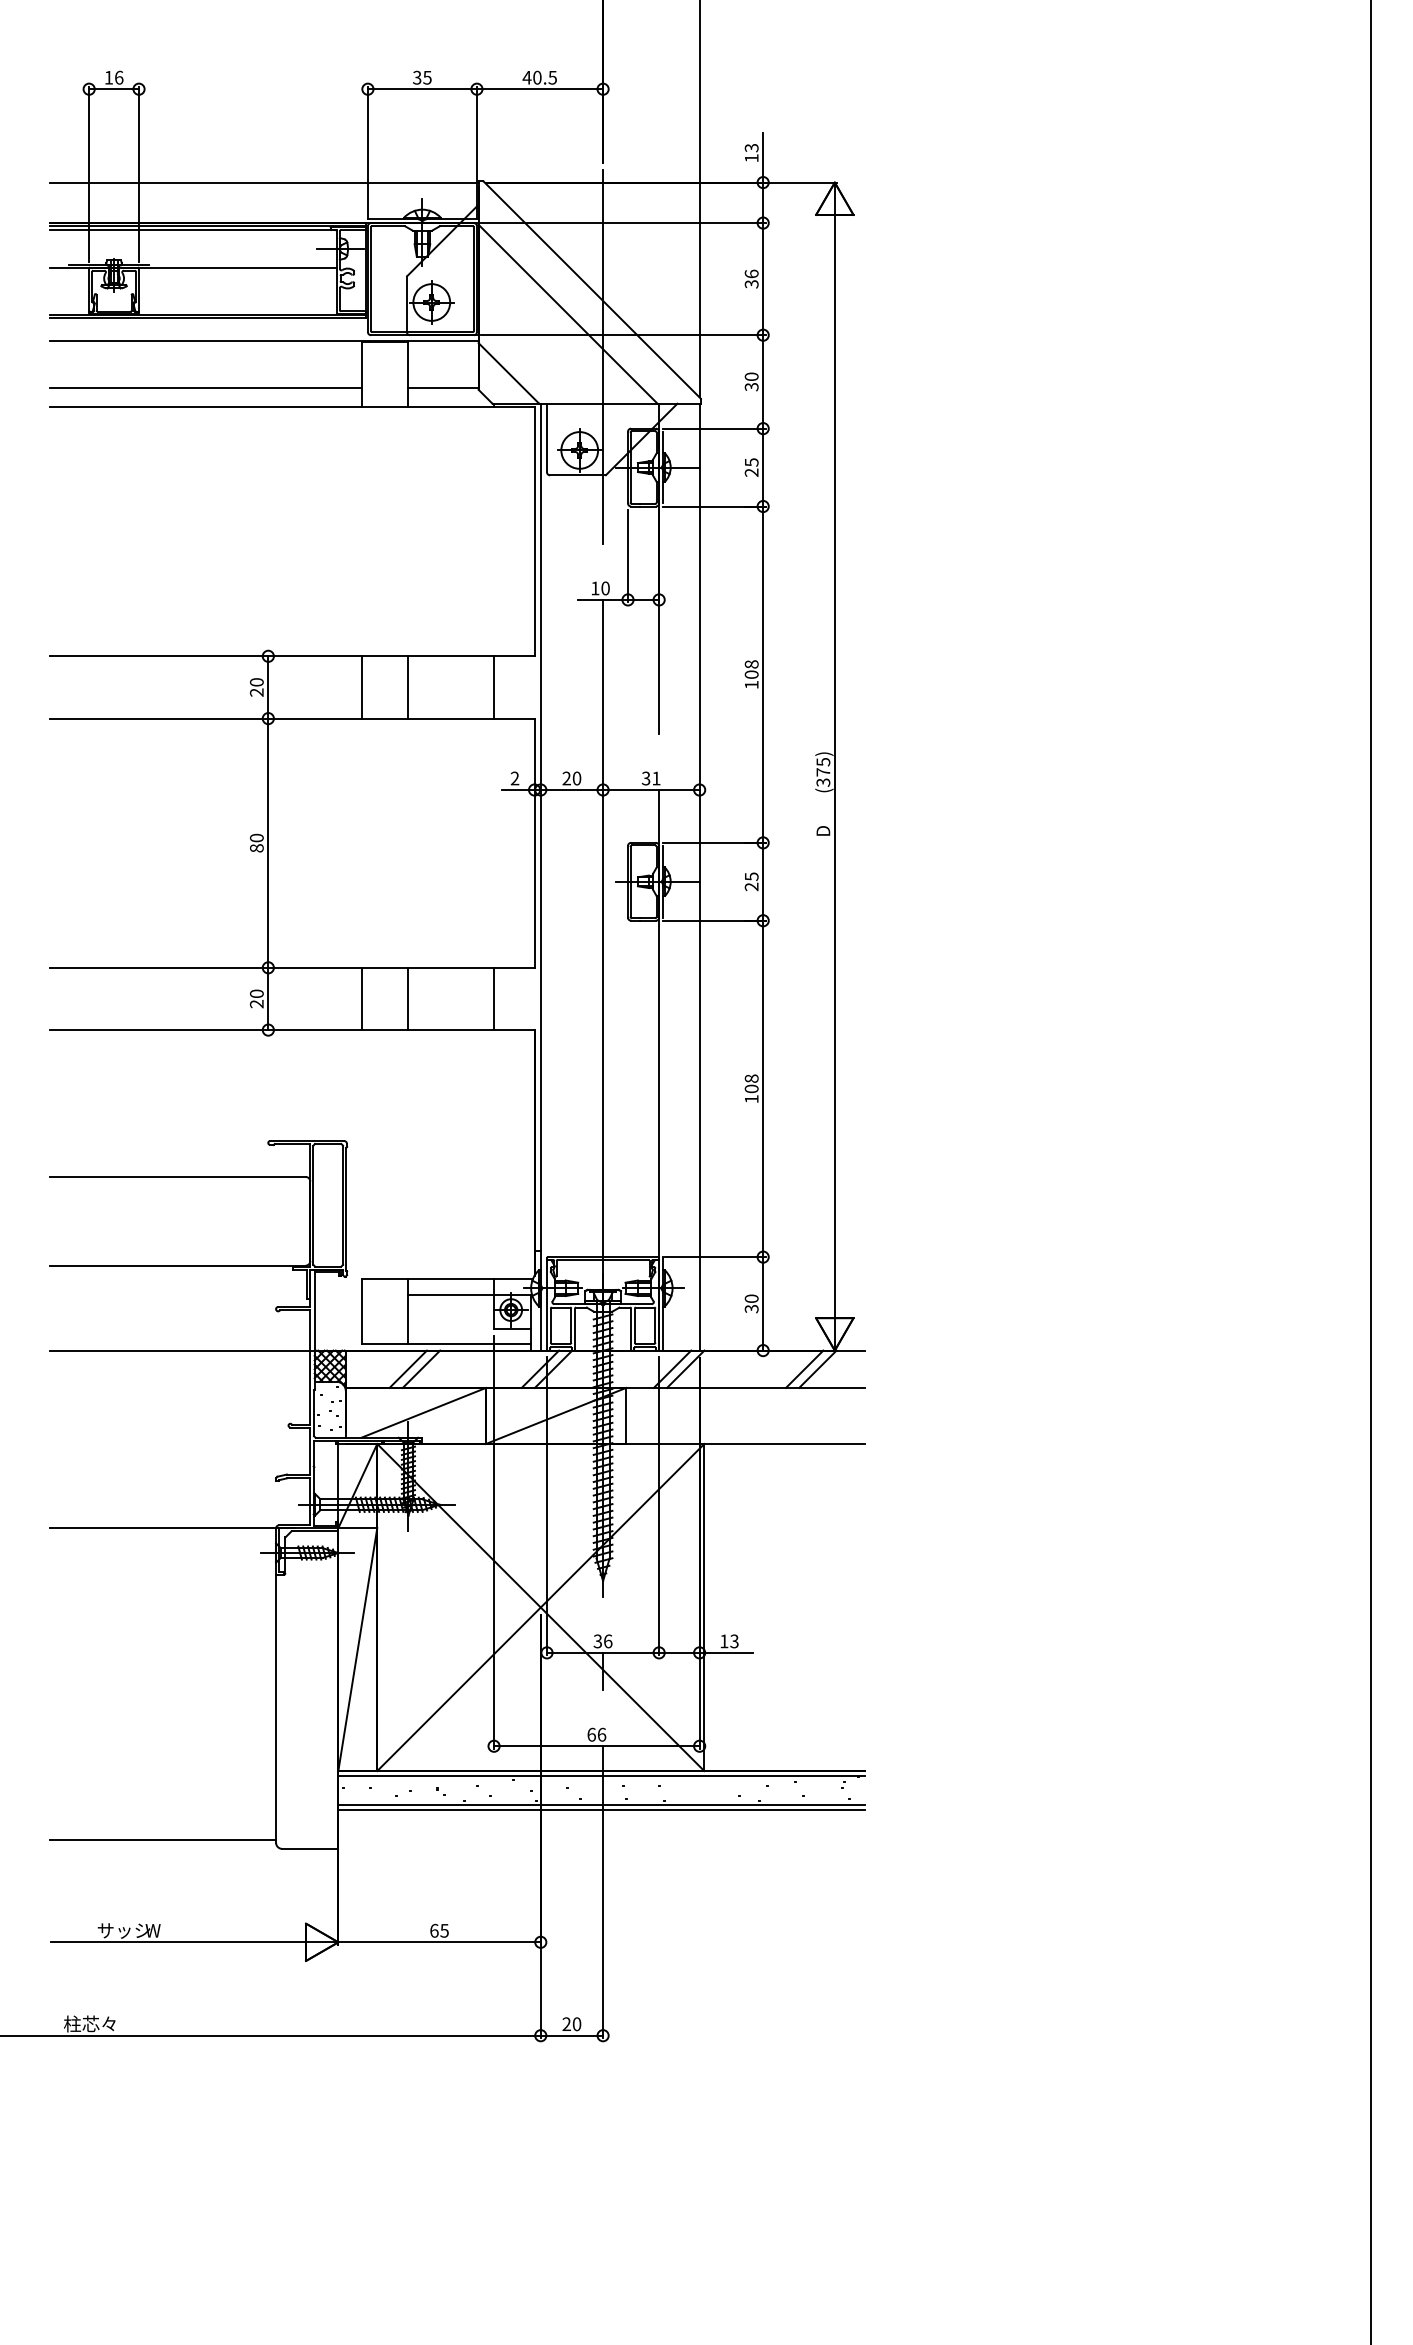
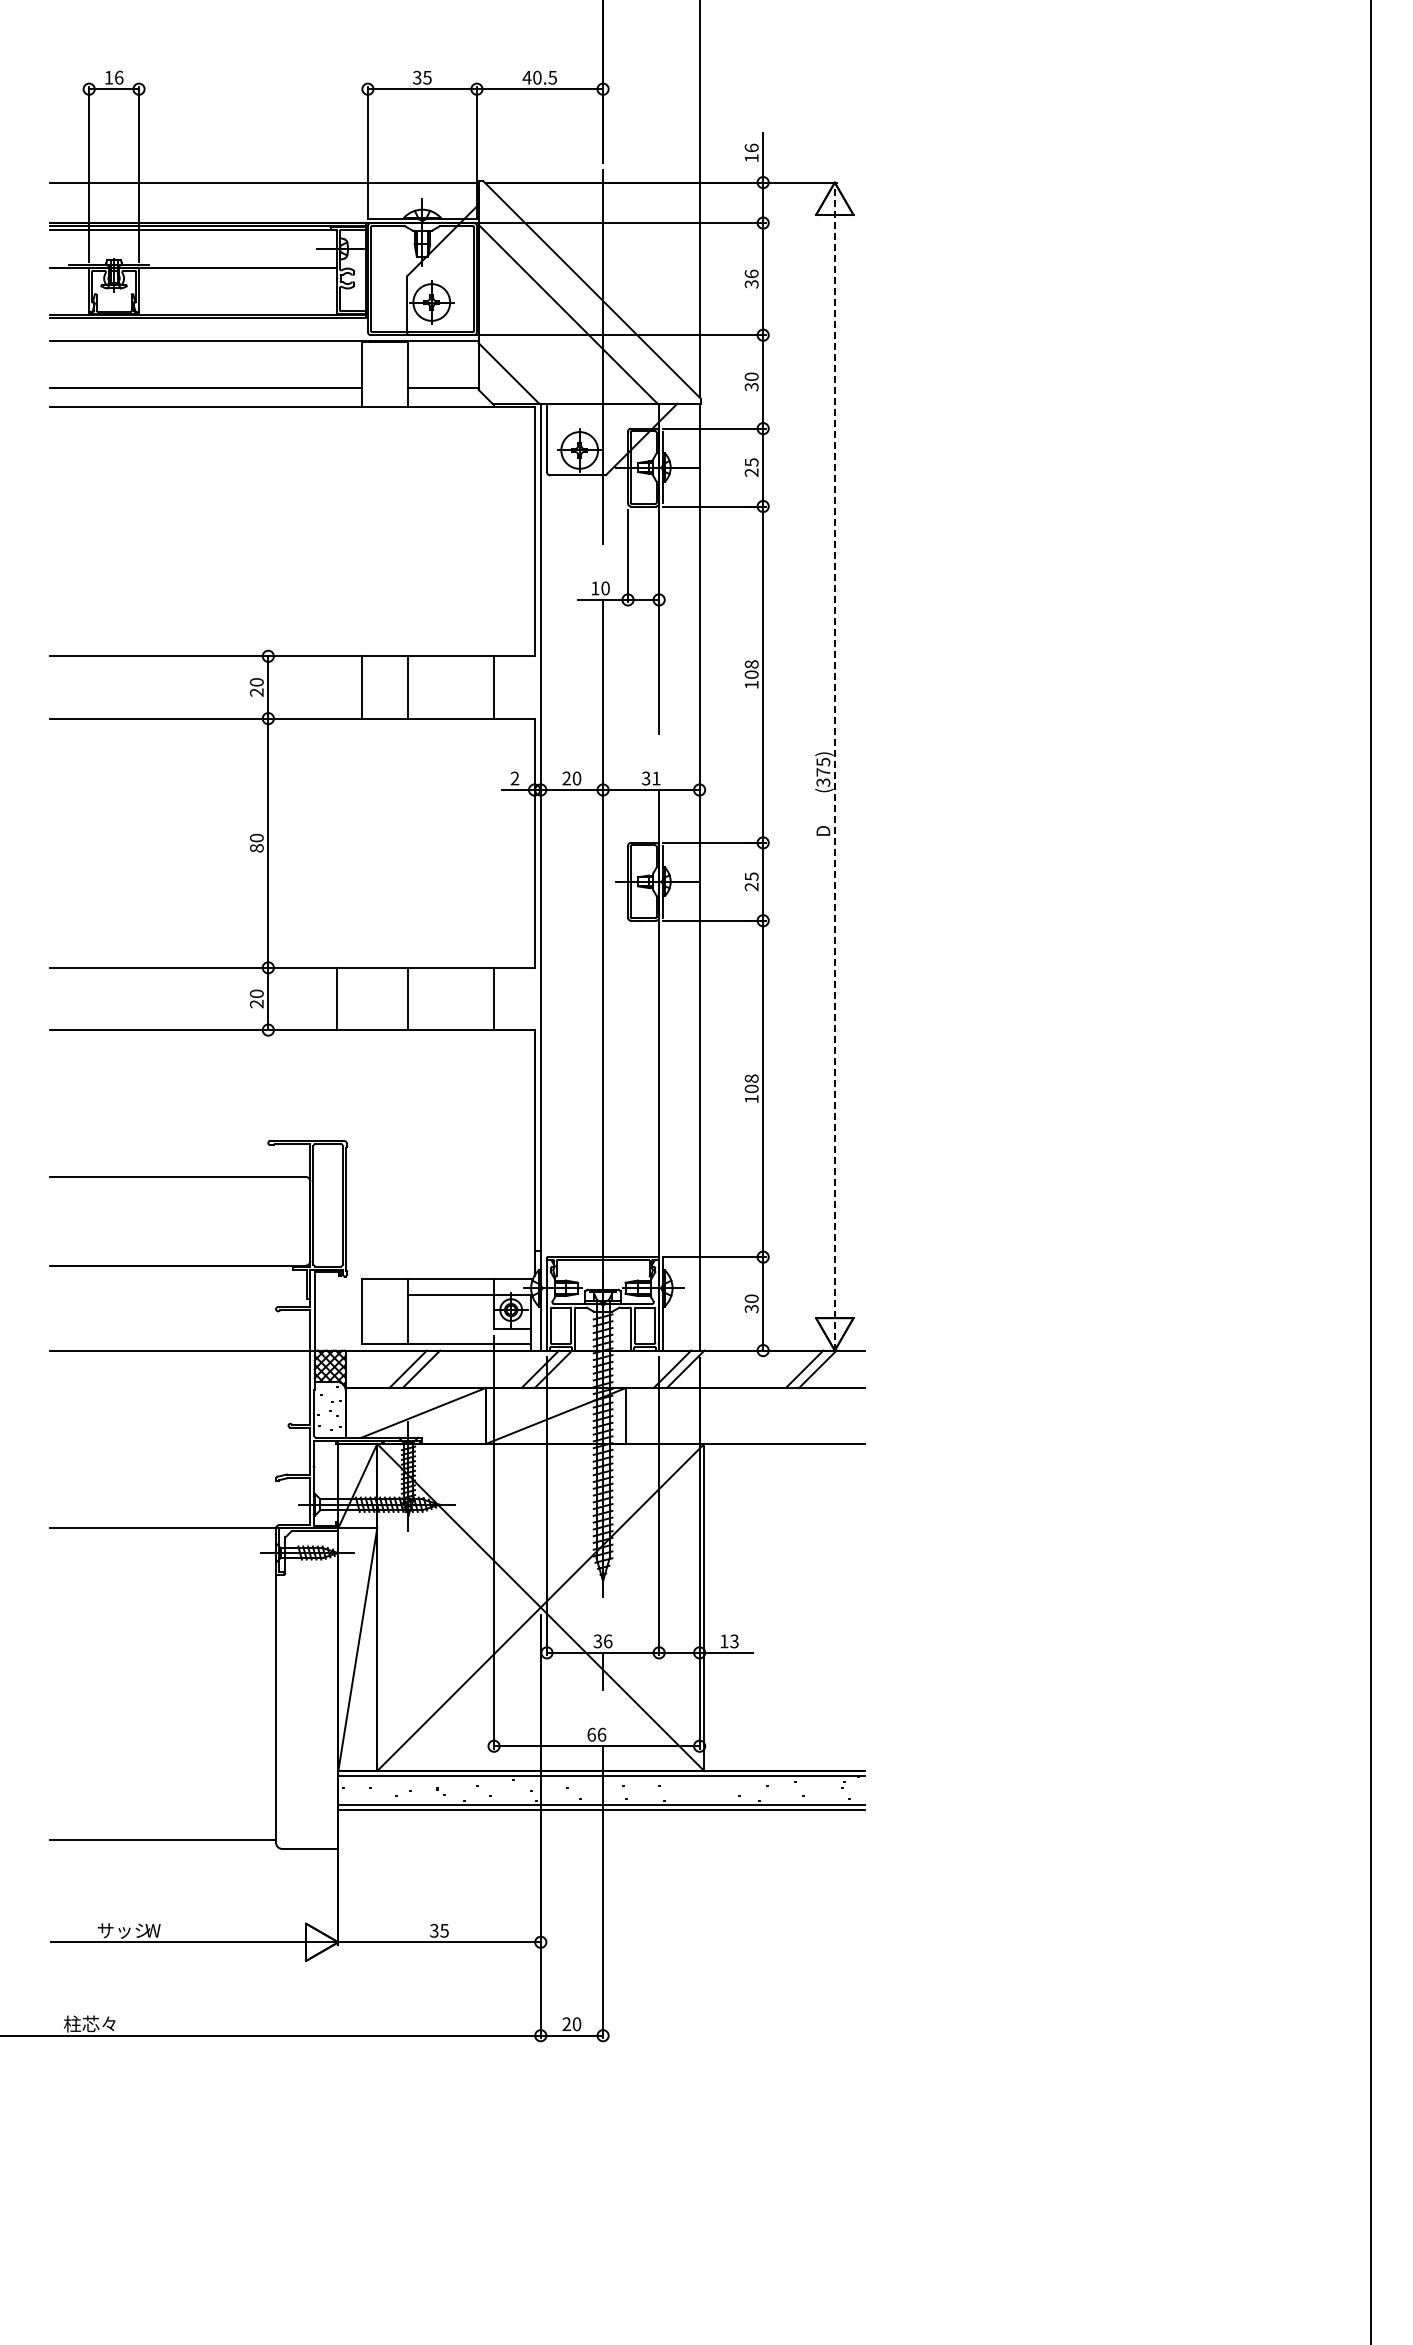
text at (751, 147): 13 -> 16
line at (834, 766): solid -> dashed
line at (361, 998) position: (361, 998) -> (336, 998)
text at (434, 1930): 65 -> 35
